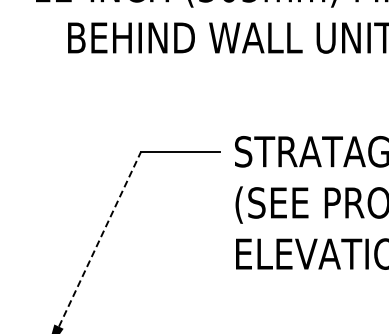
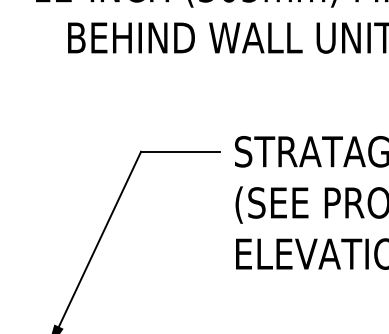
line at (100, 239): dashed -> solid
